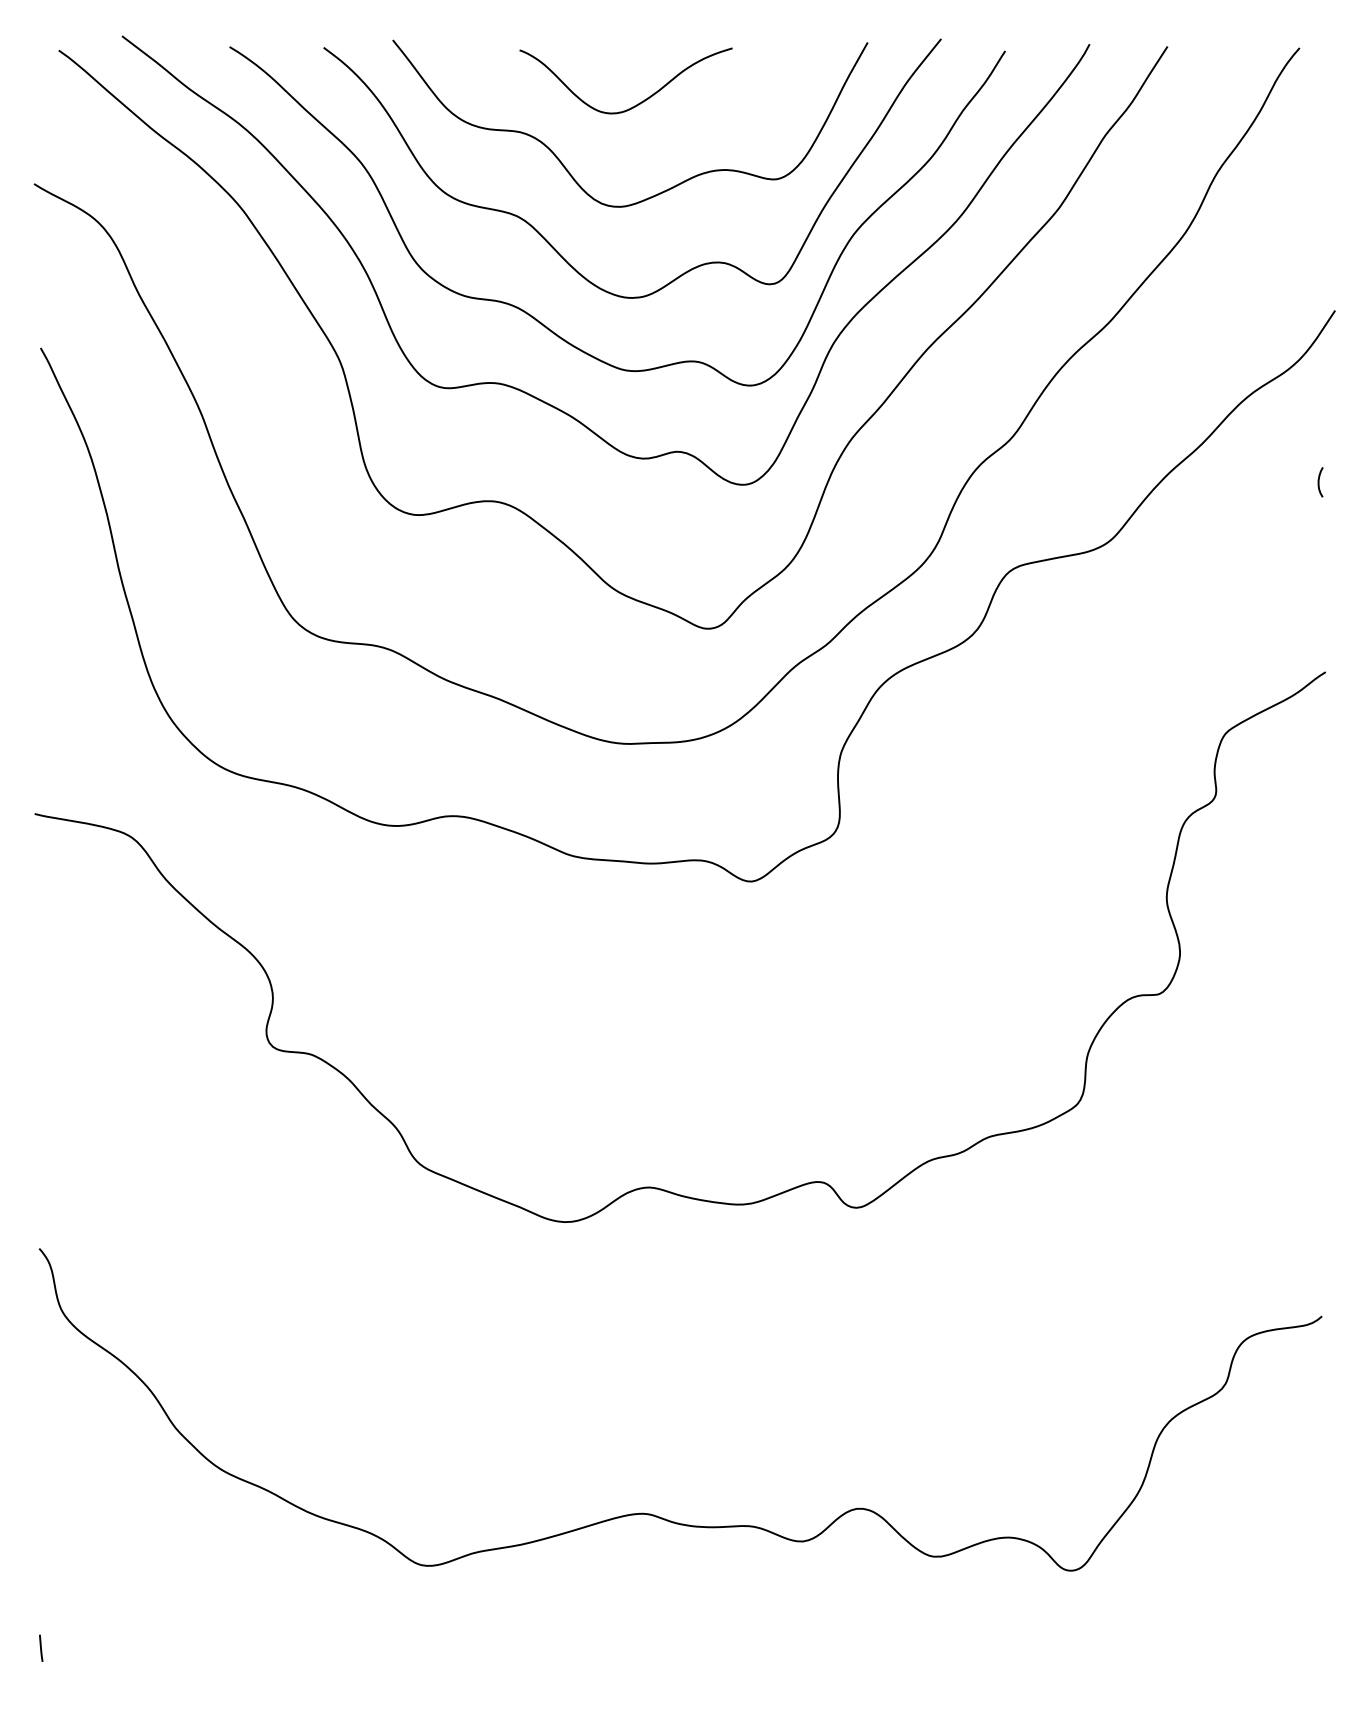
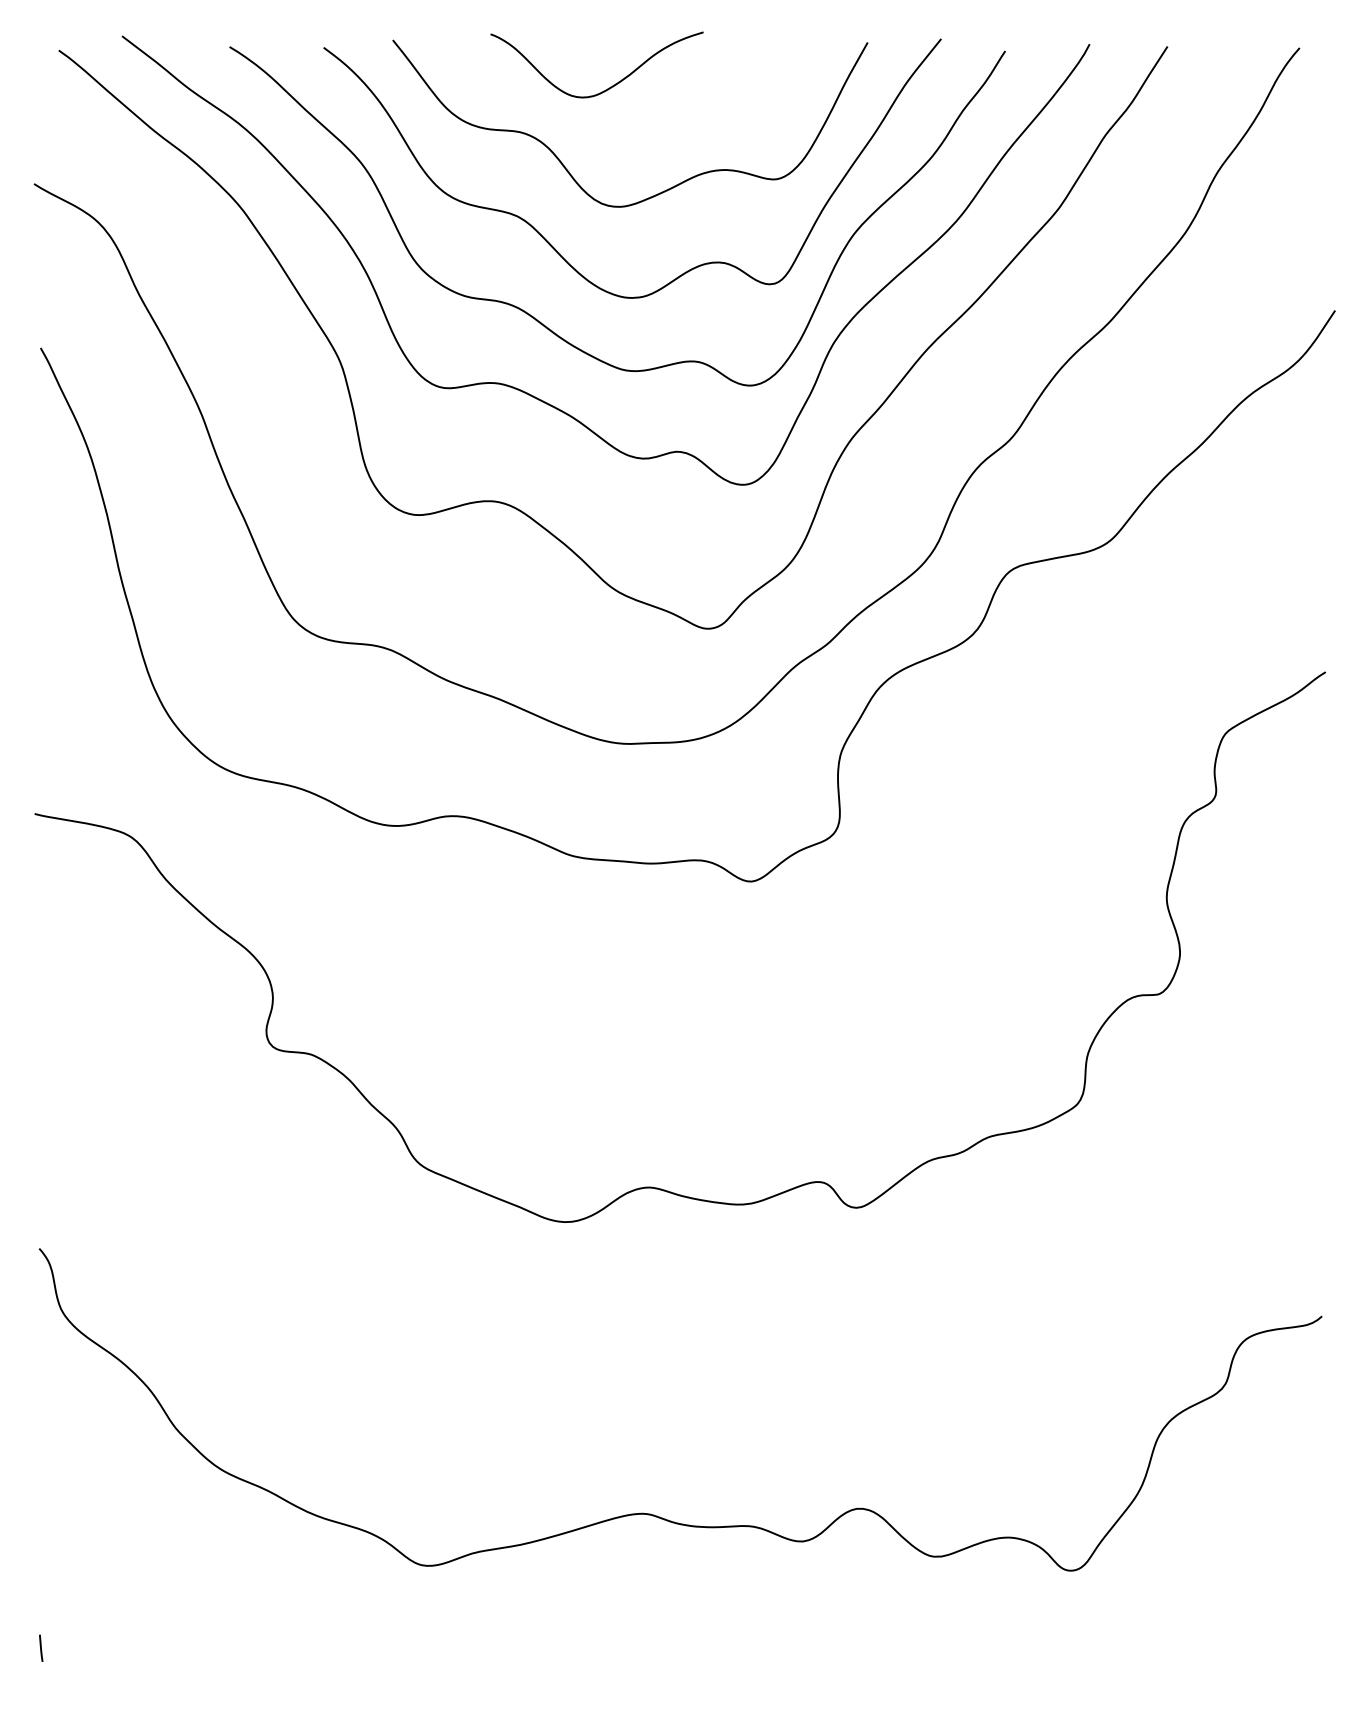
curve at (639, 102) position: (639, 102) -> (610, 86)
curve at (1319, 482): present -> none
